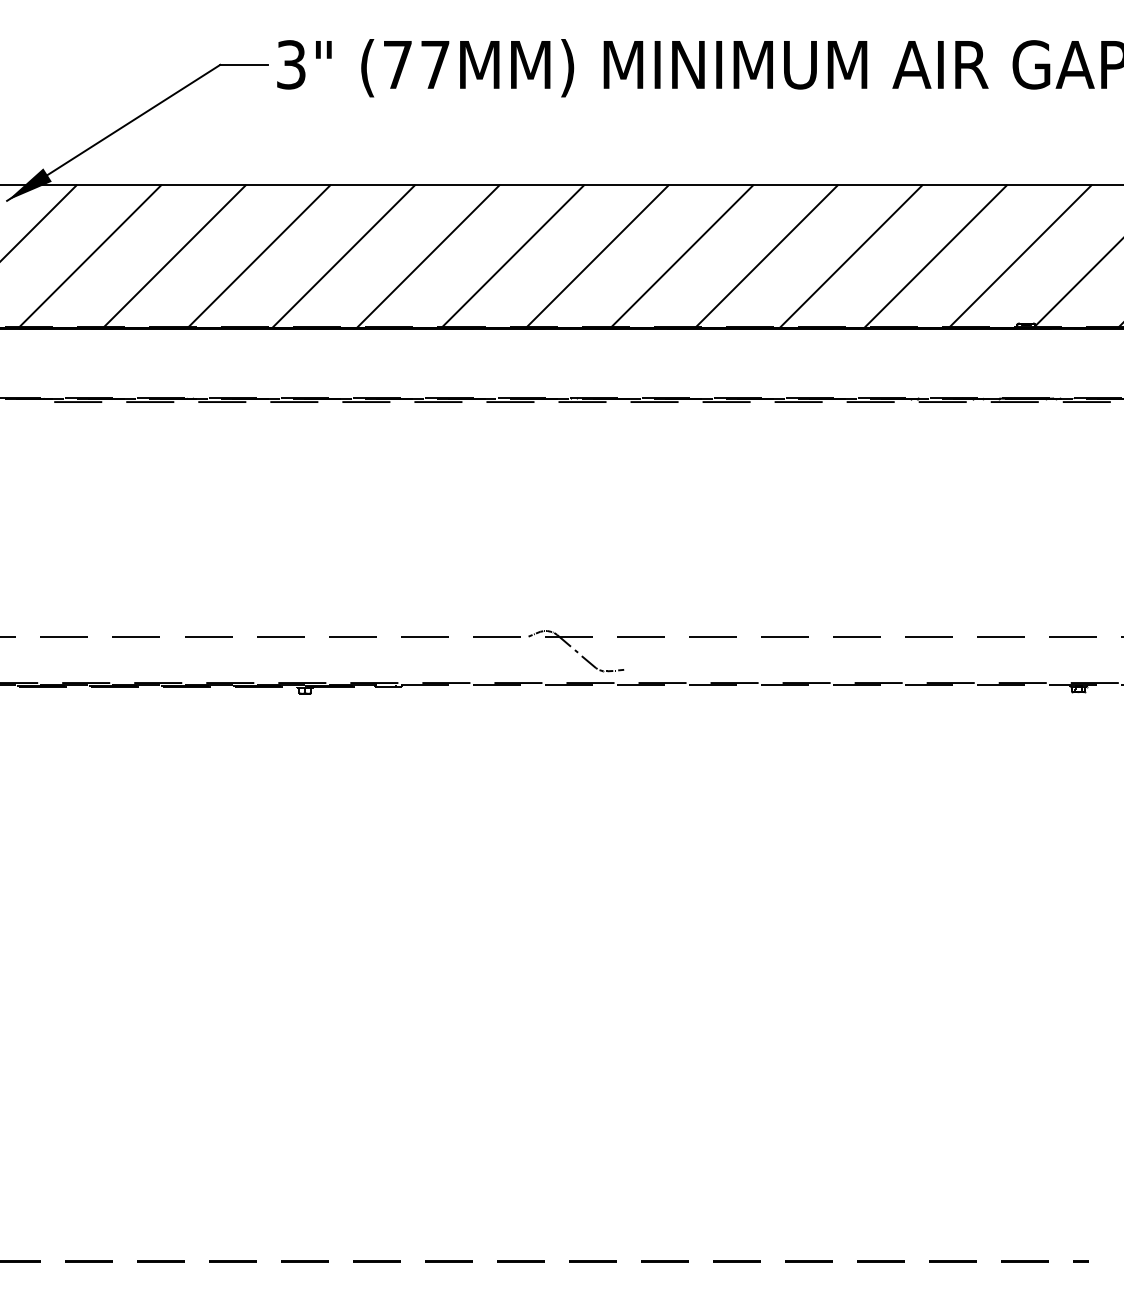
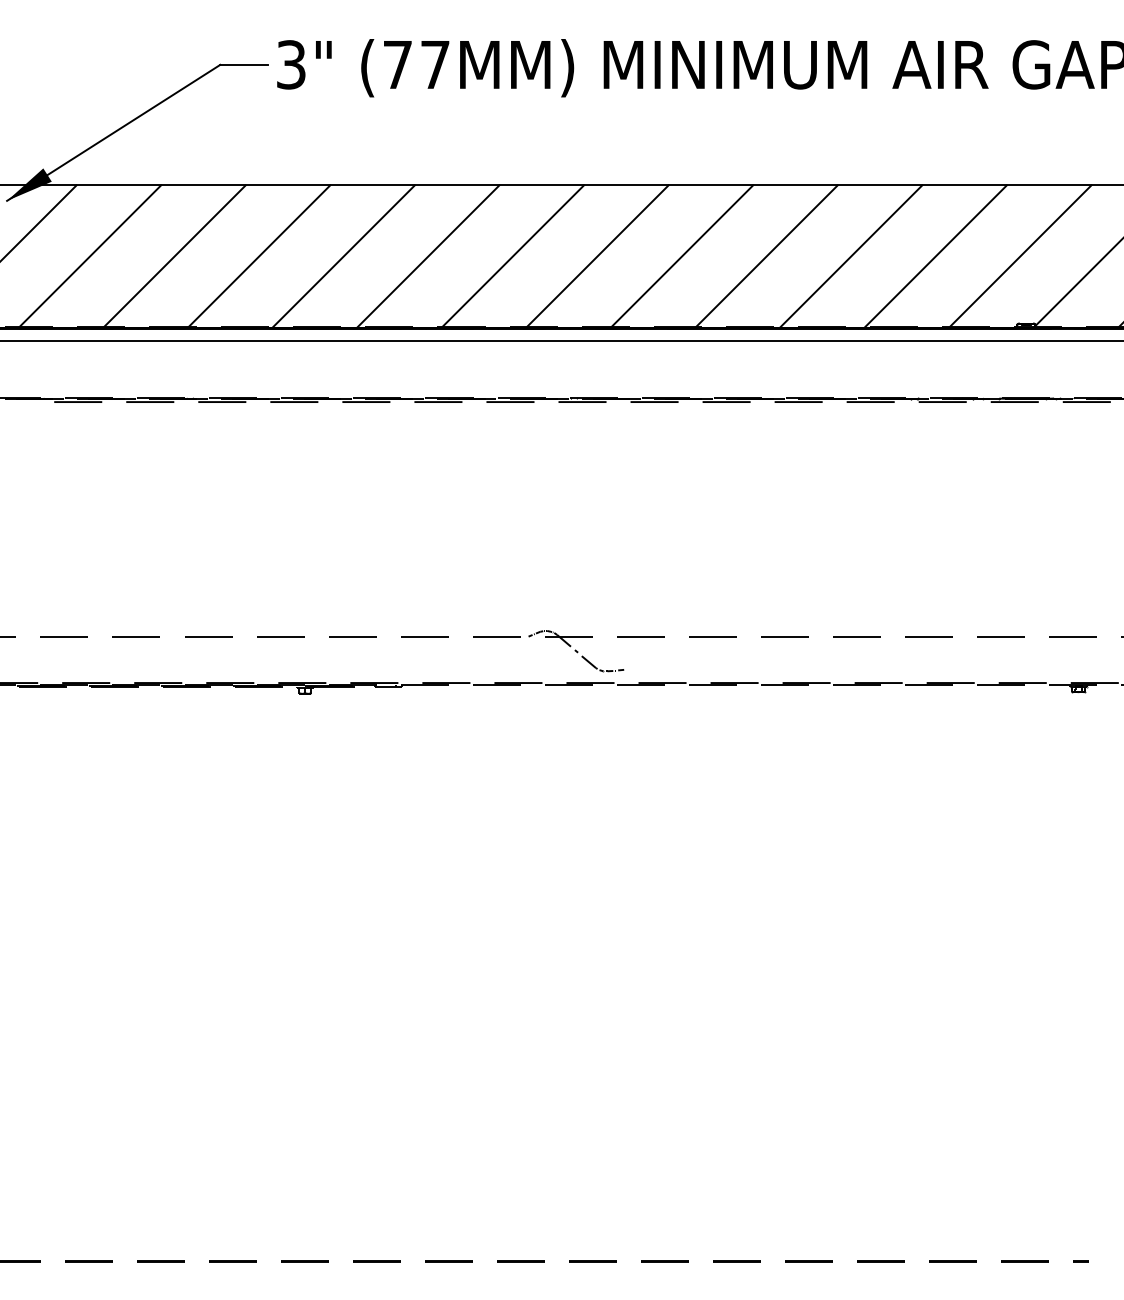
line at (561, 340): none -> present
